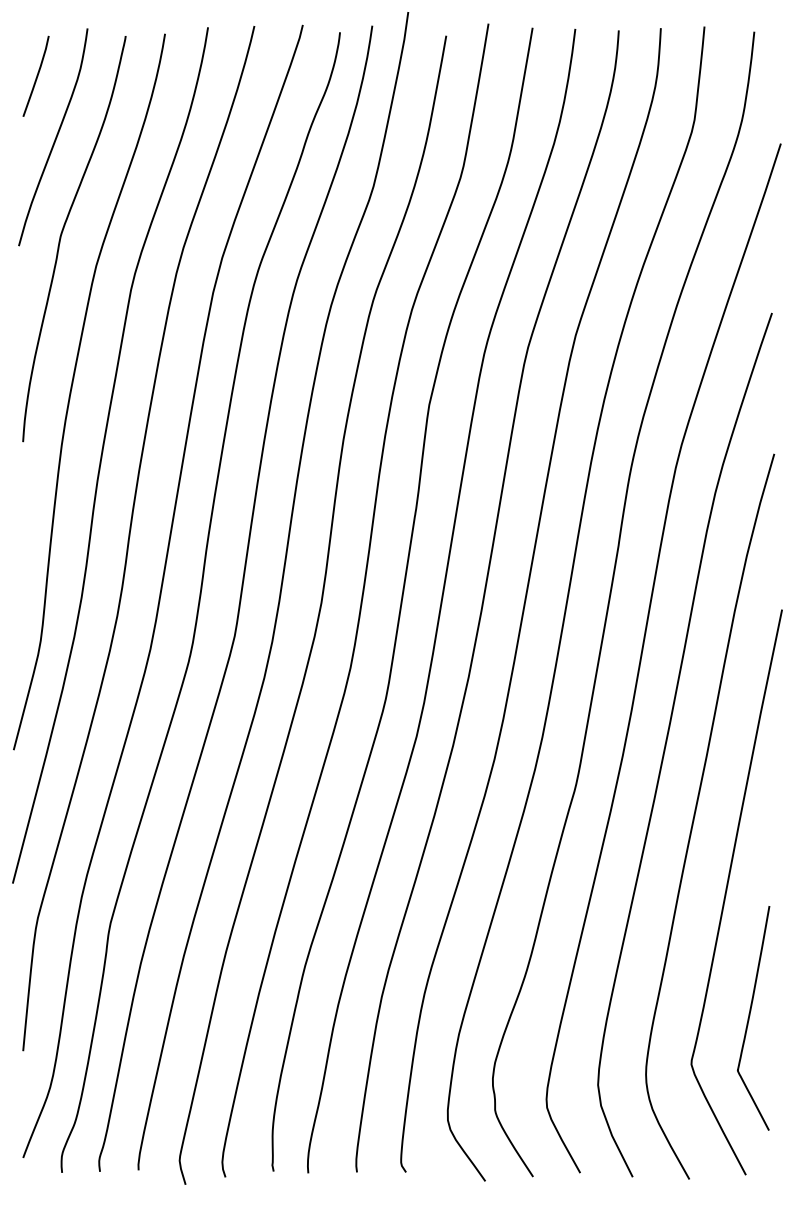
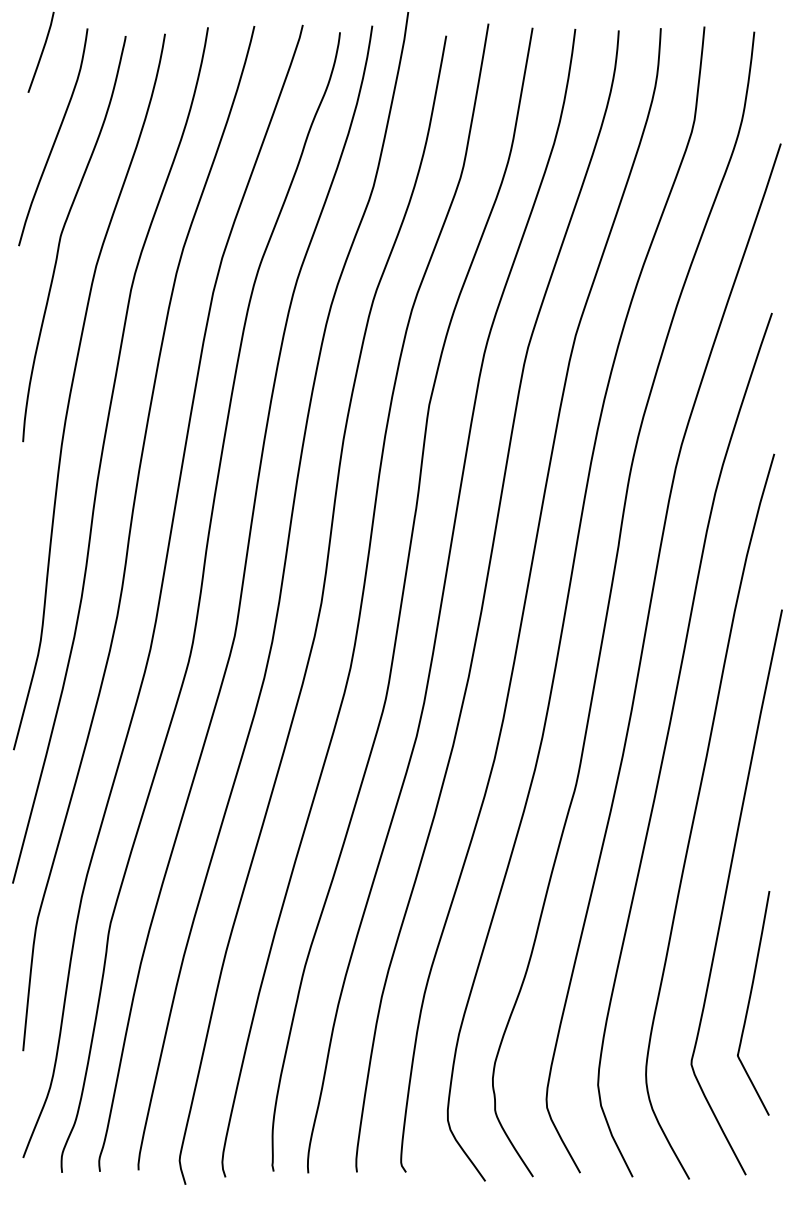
curve at (36, 75) position: (36, 75) -> (41, 51)
curve at (750, 1016) position: (750, 1016) -> (750, 1001)
